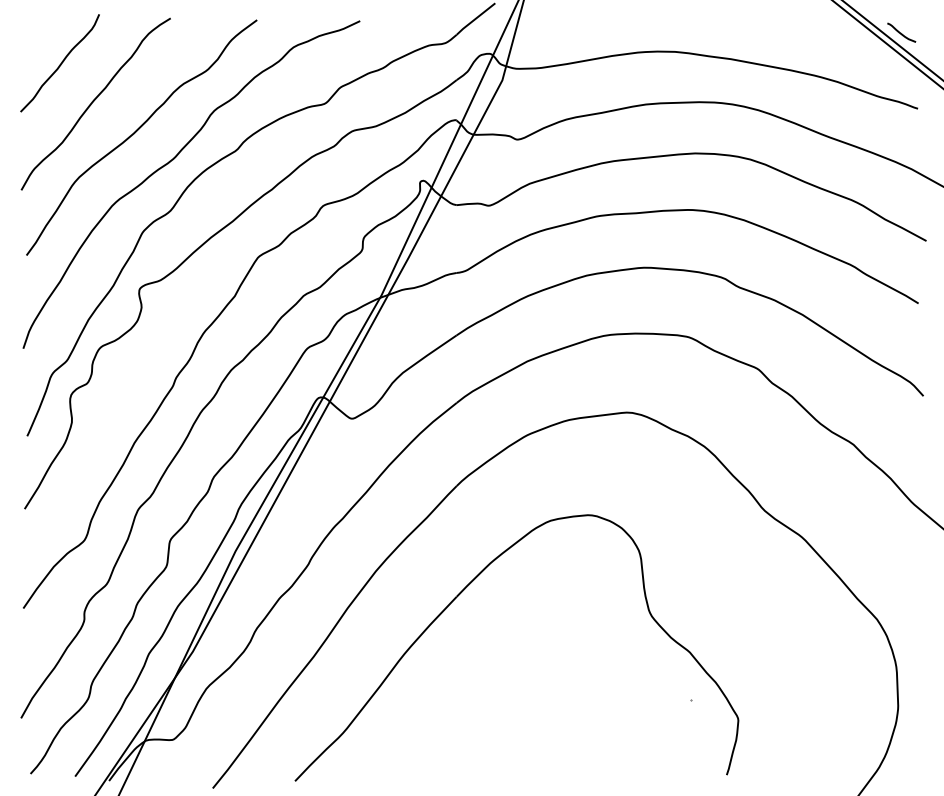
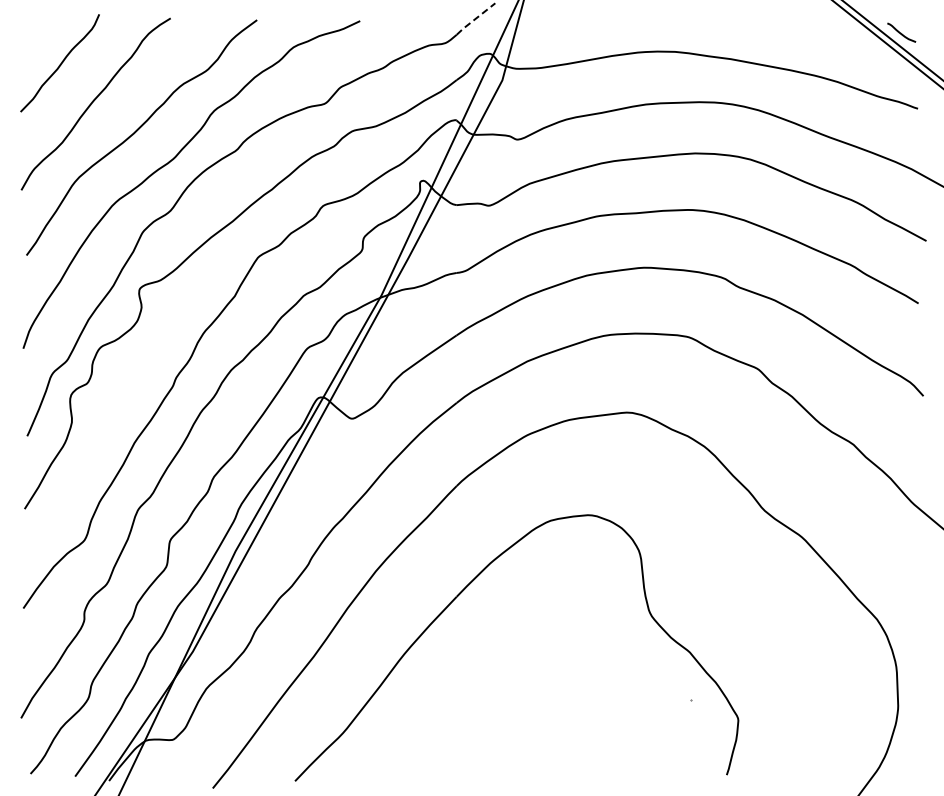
line at (475, 18): solid -> dashed
